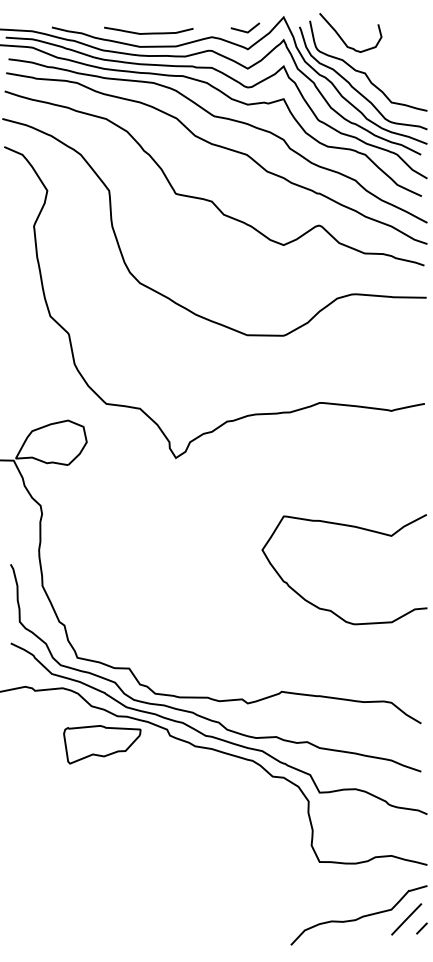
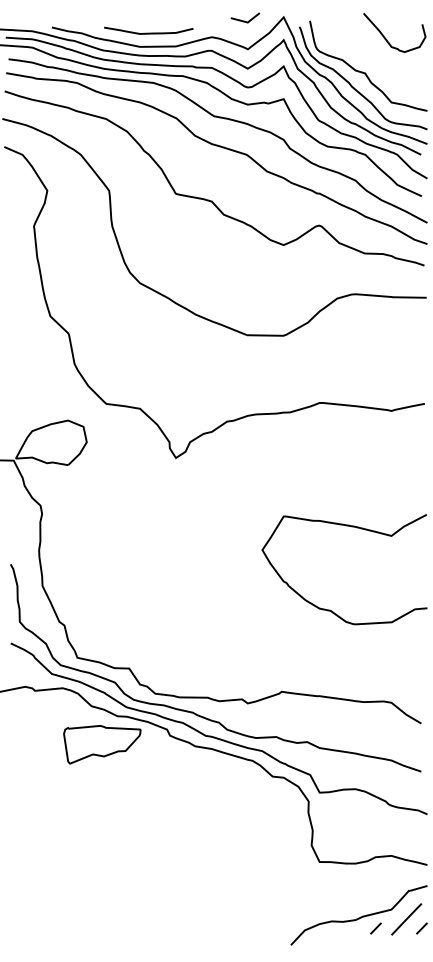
line at (244, 30) position: (244, 30) -> (244, 20)
curve at (343, 39) position: (343, 39) -> (387, 39)
line at (375, 928): none -> present
